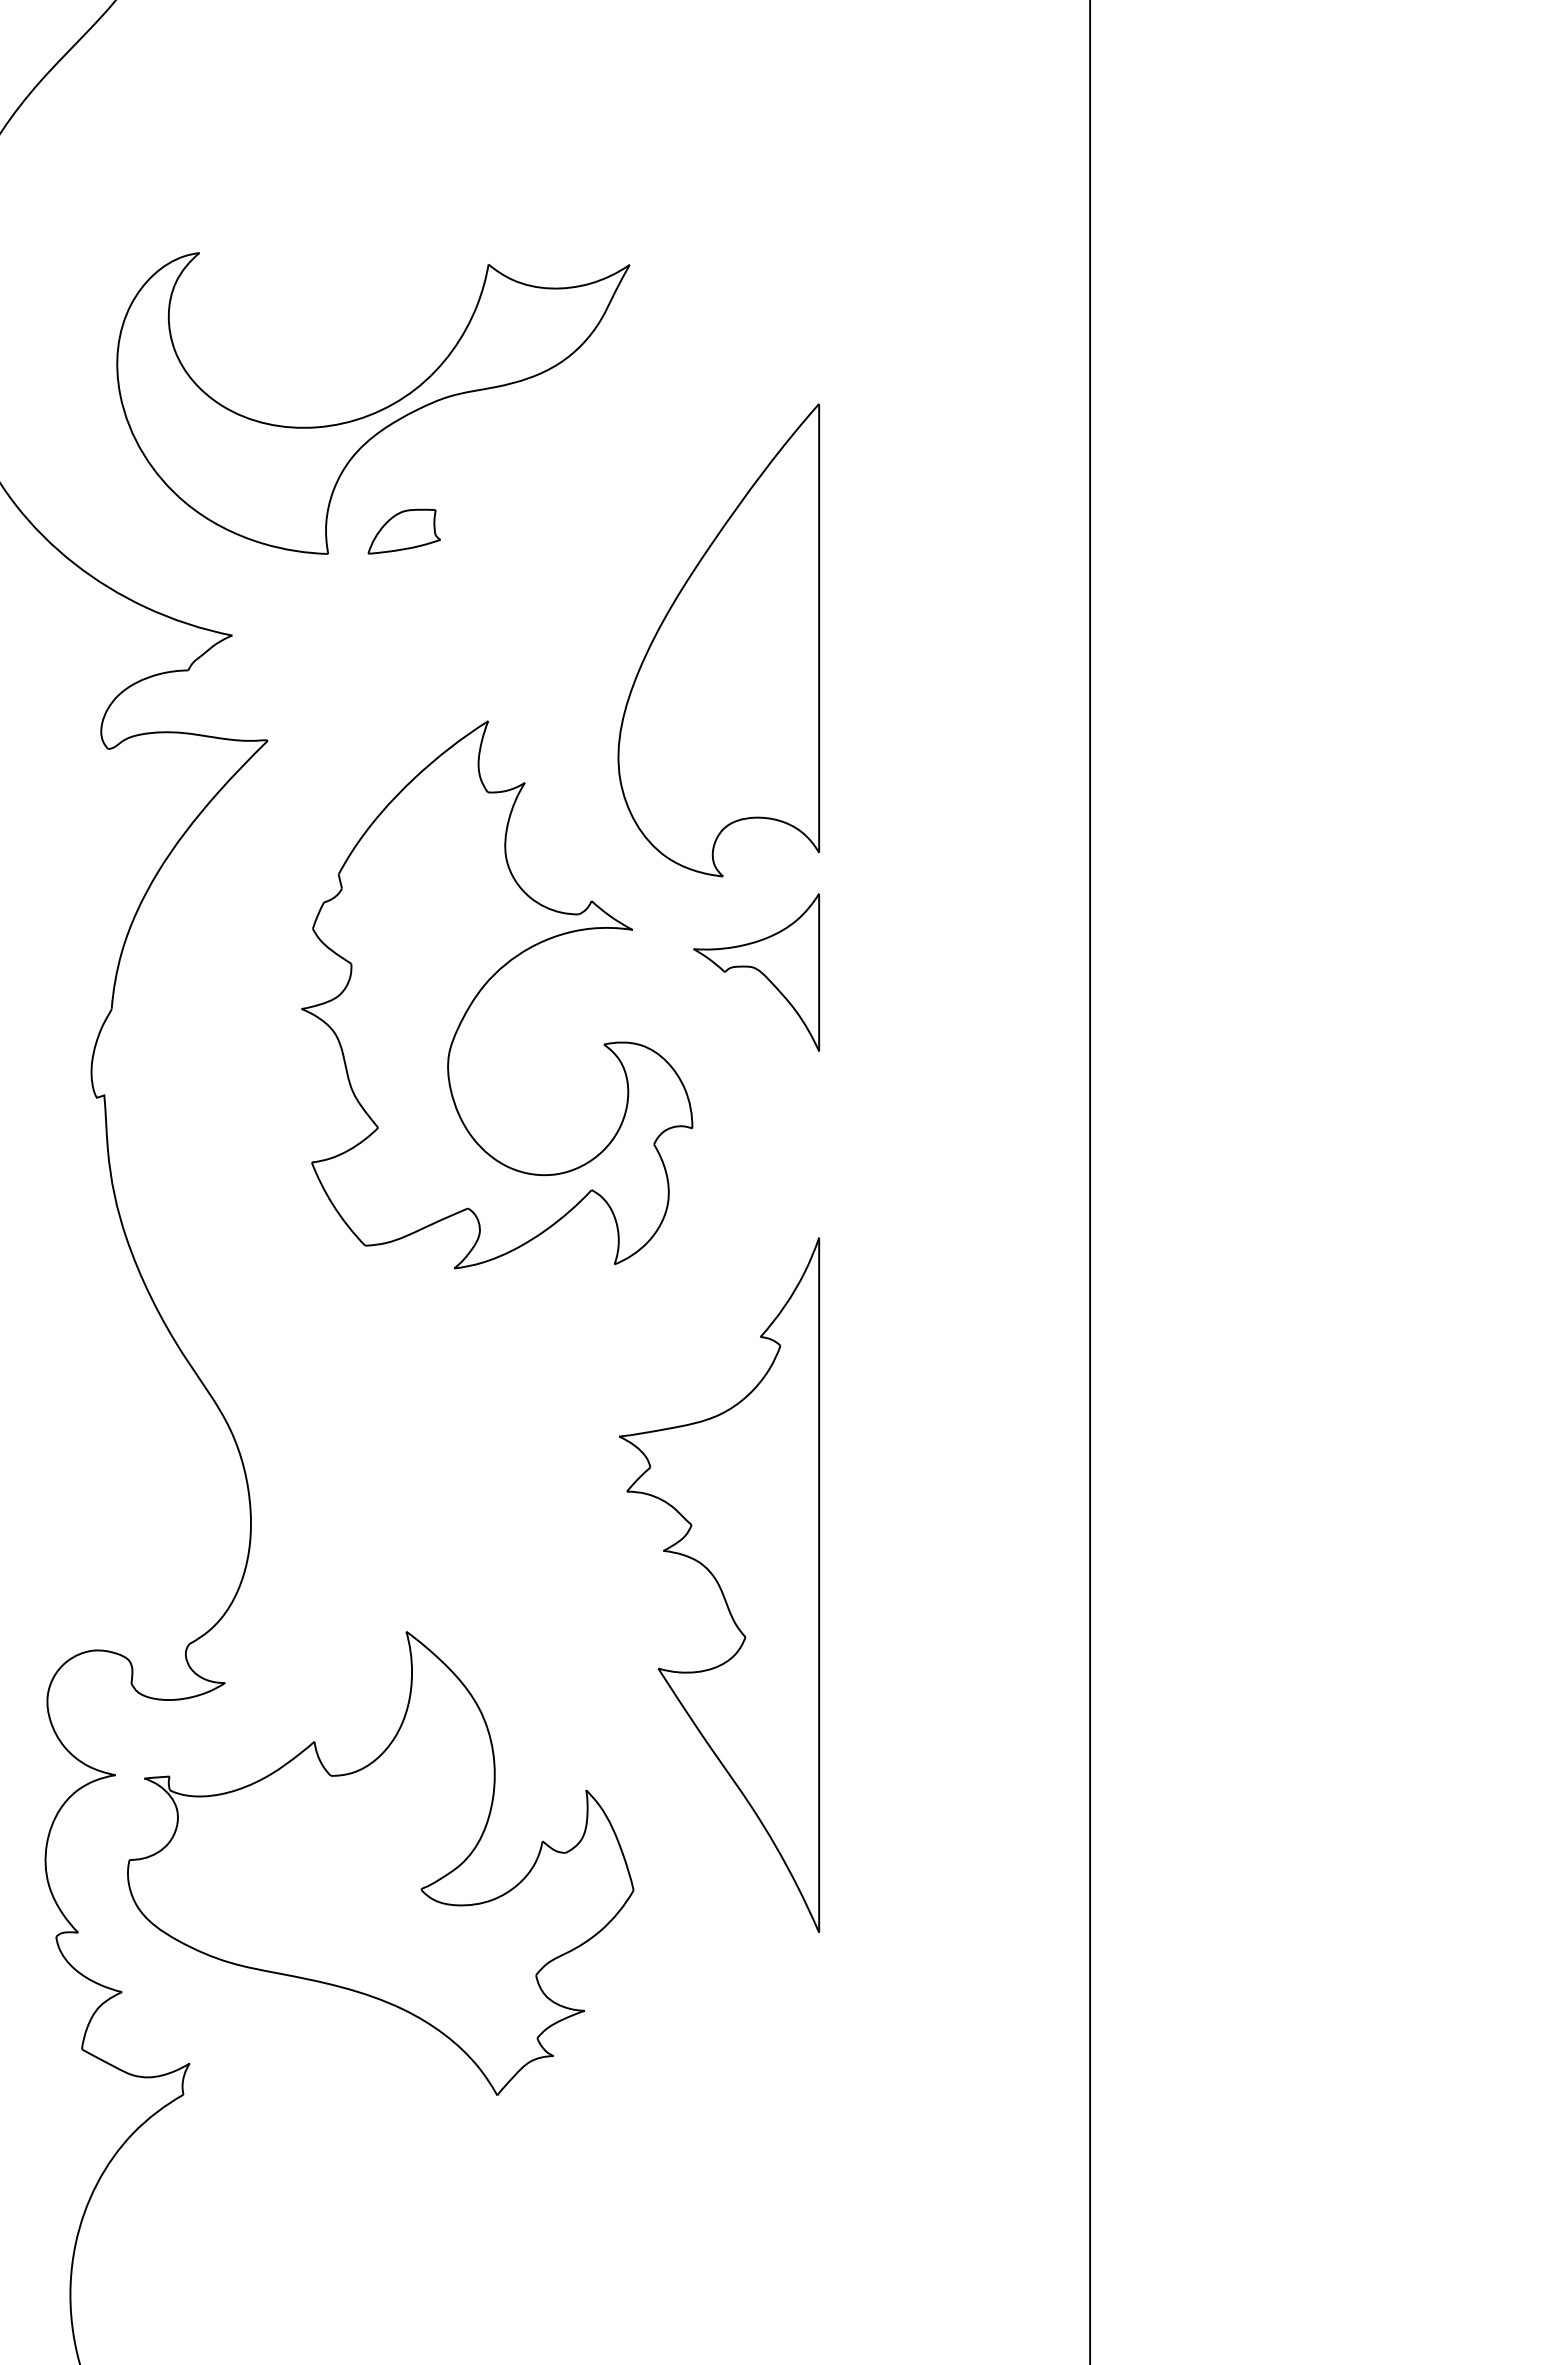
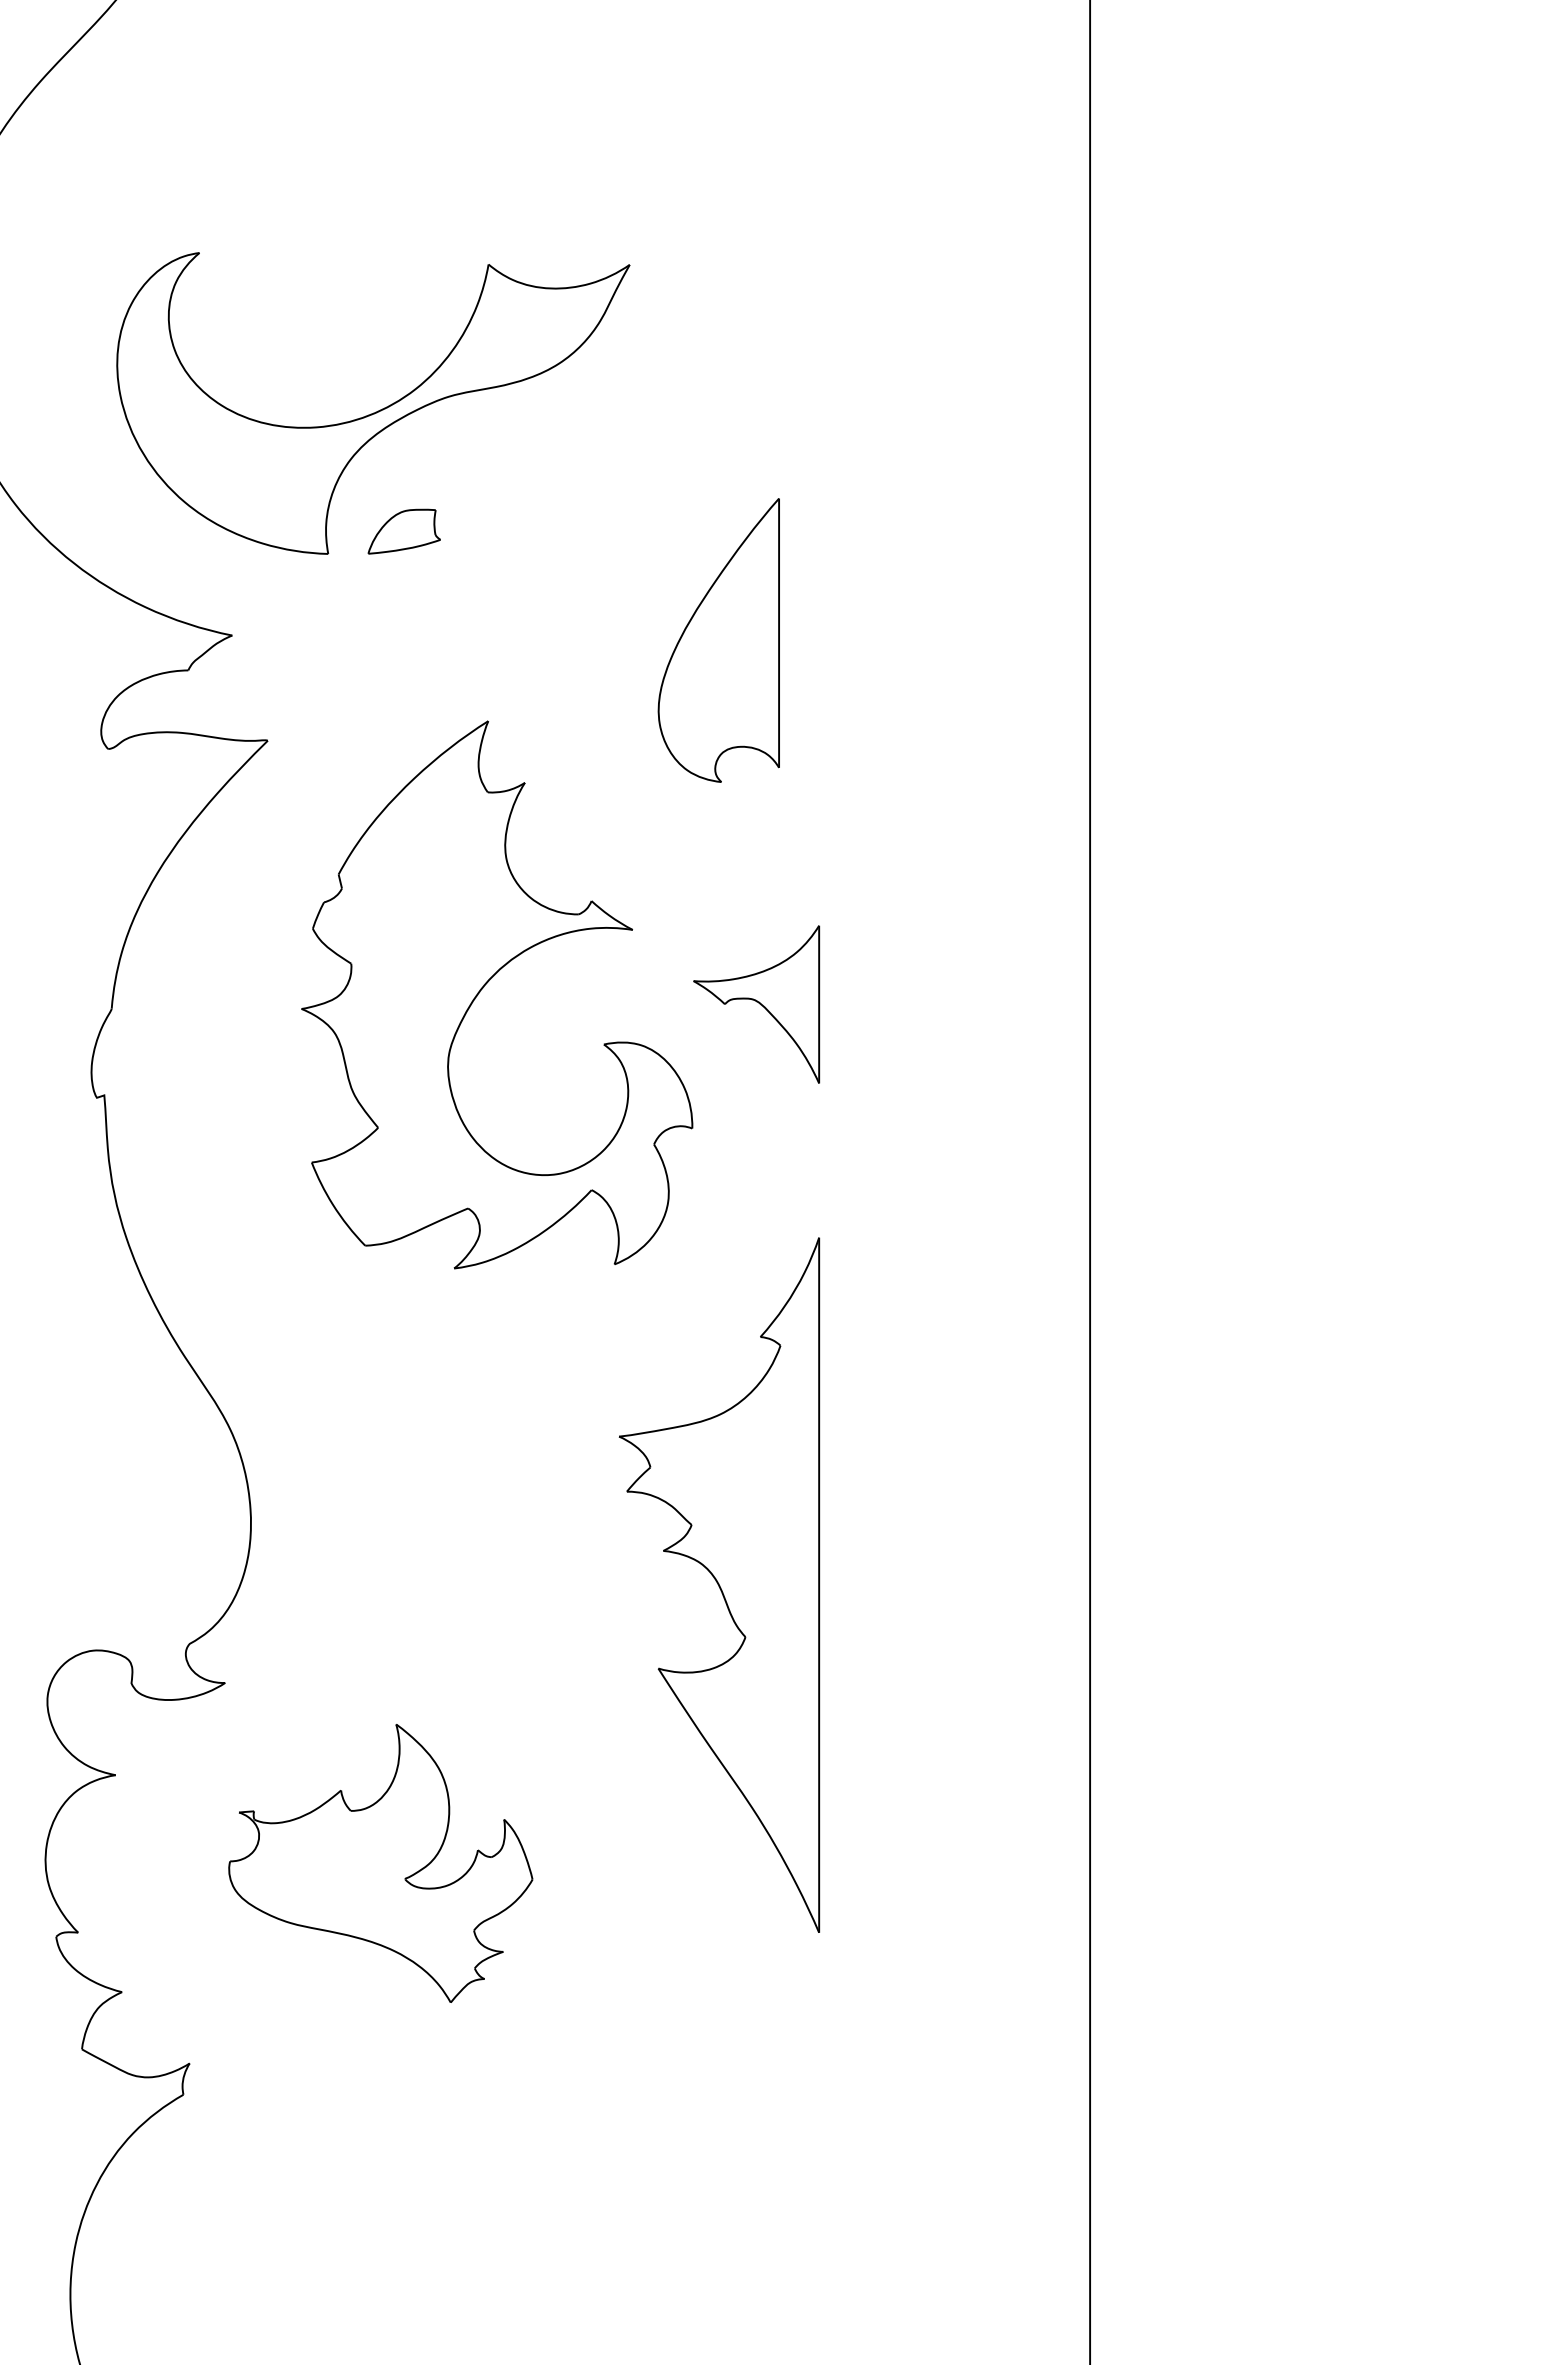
part at (718, 640) size: 204x475 px -> 123x285 px
part at (756, 972) position: (756, 972) -> (756, 1004)
part at (380, 1863) size: 508x465 px -> 306x279 px
